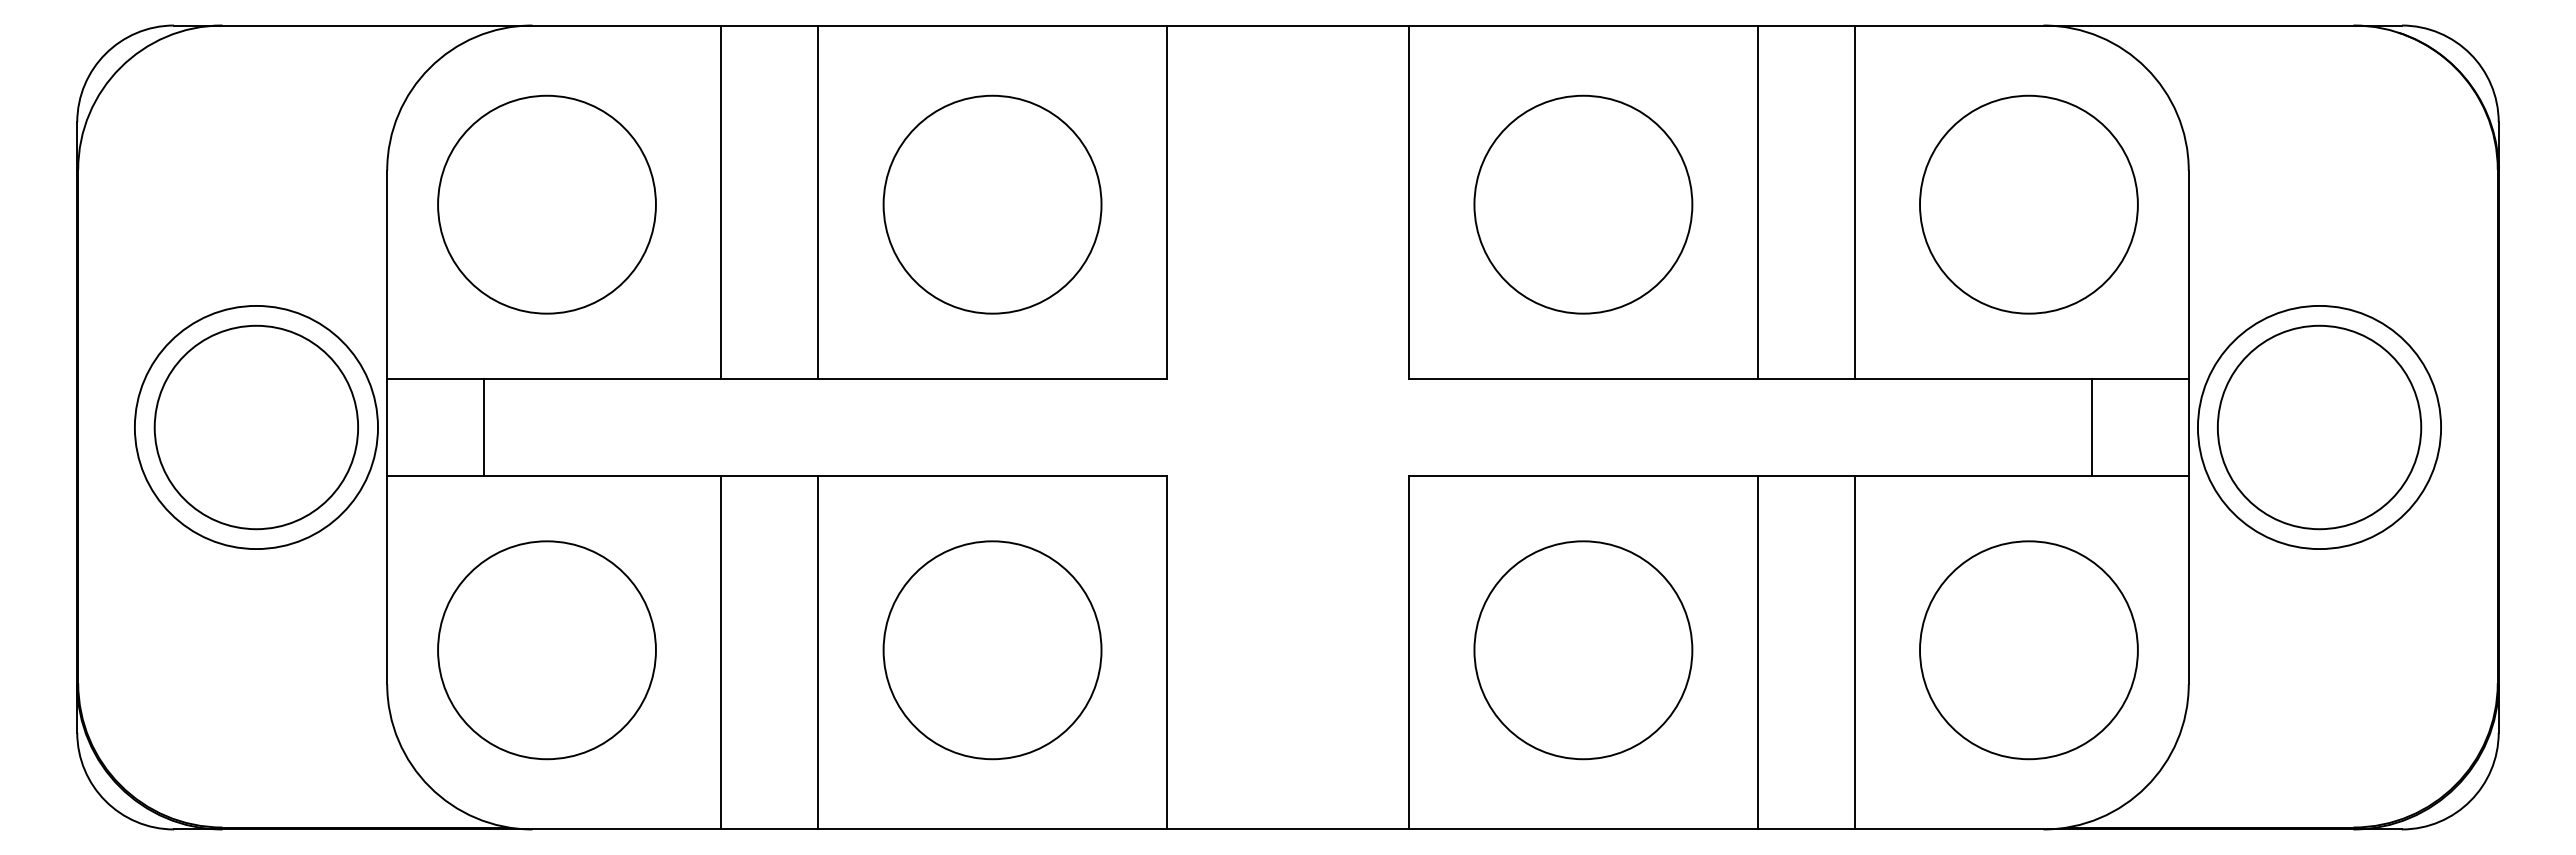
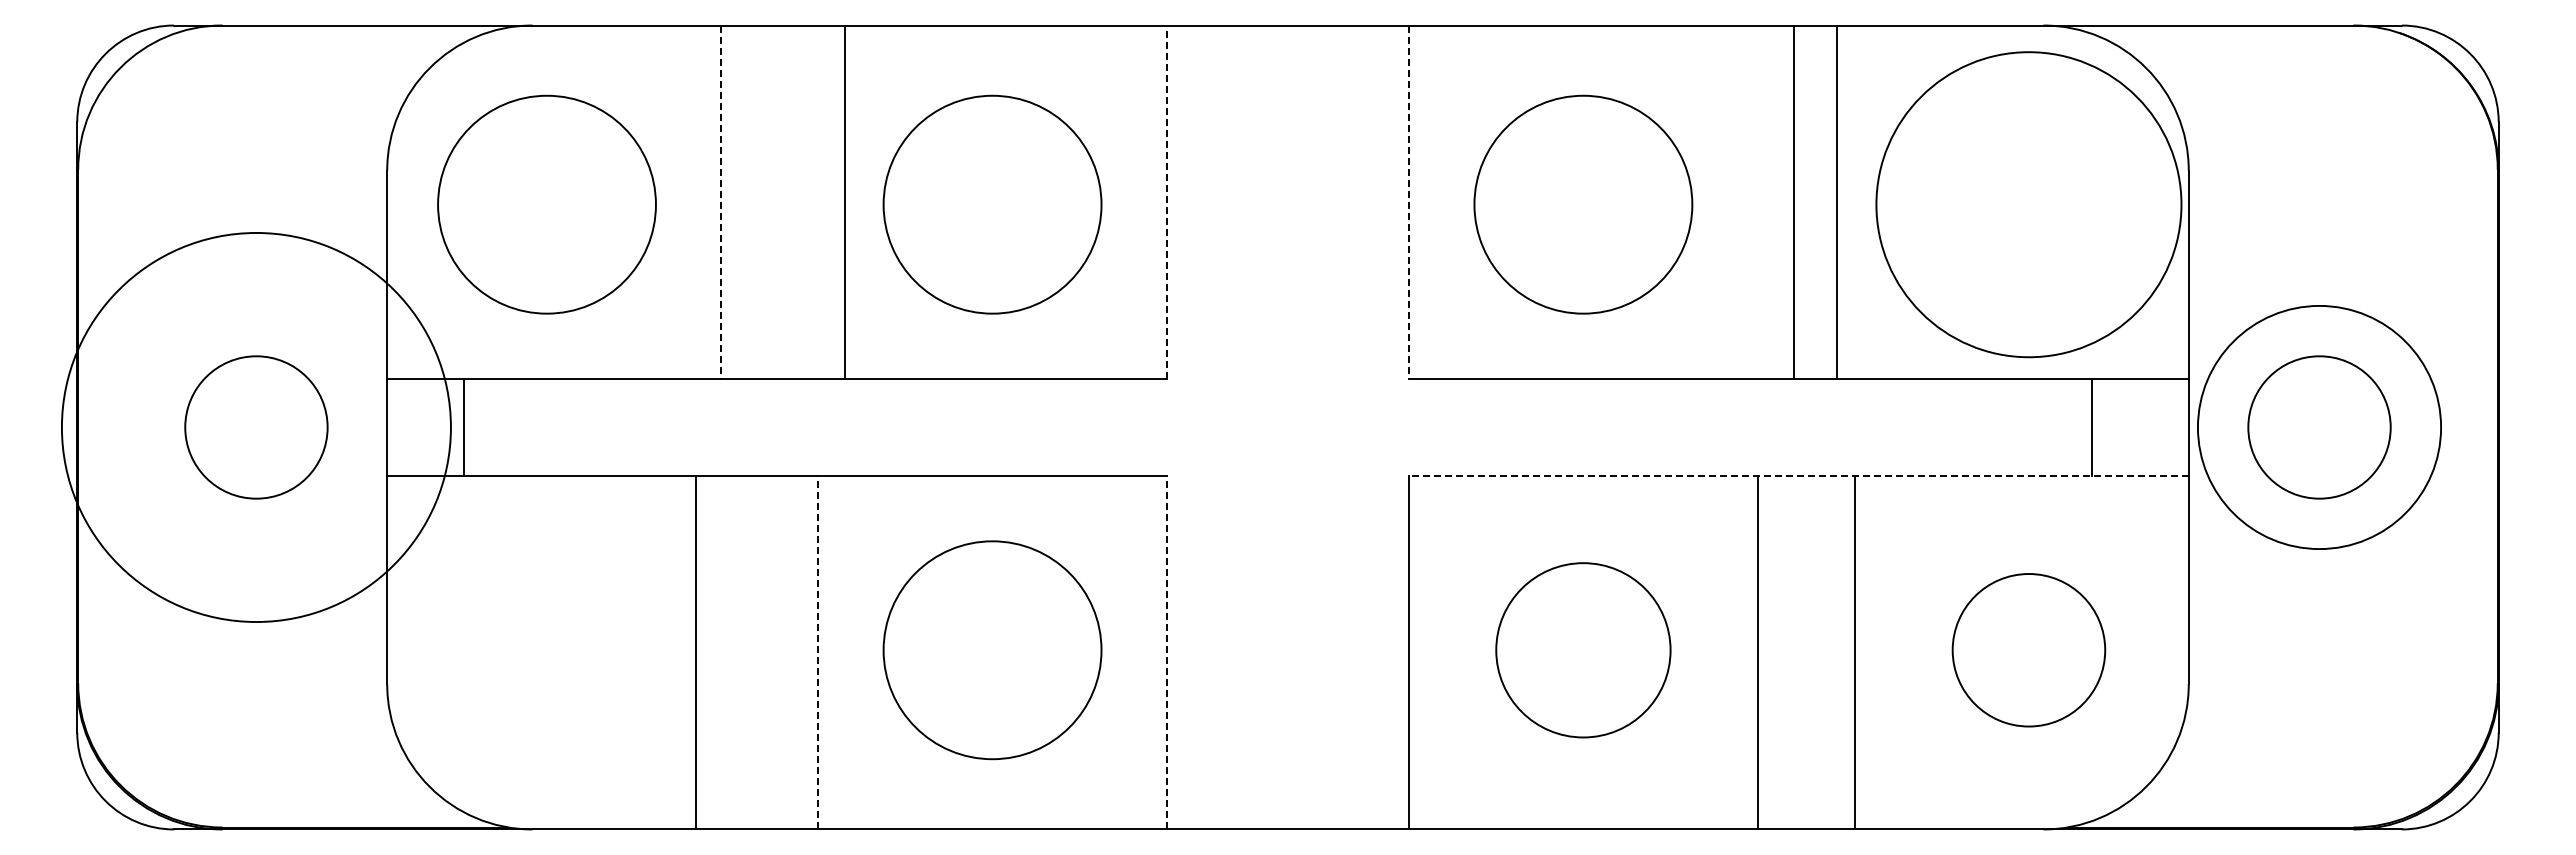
line at (721, 202): solid -> dashed
line at (818, 202) position: (818, 202) -> (845, 202)
line at (1166, 202): solid -> dashed
line at (1409, 202): solid -> dashed
line at (1757, 202) position: (1757, 202) -> (1793, 202)
line at (1854, 202) position: (1854, 202) -> (1836, 202)
circle at (2028, 204) diameter: 218 px -> 305 px
circle at (256, 427) diameter: 203 px -> 142 px
circle at (256, 427) diameter: 243 px -> 389 px
line at (484, 427) position: (484, 427) -> (464, 427)
circle at (2319, 427) diameter: 203 px -> 142 px
line at (1798, 475): solid -> dashed
circle at (546, 650): present -> none
circle at (1583, 650) size: 221x221 px -> 177x177 px
circle at (2028, 650) diameter: 218 px -> 153 px
line at (721, 652) position: (721, 652) -> (696, 652)
line at (818, 652): solid -> dashed
line at (1166, 652): solid -> dashed
